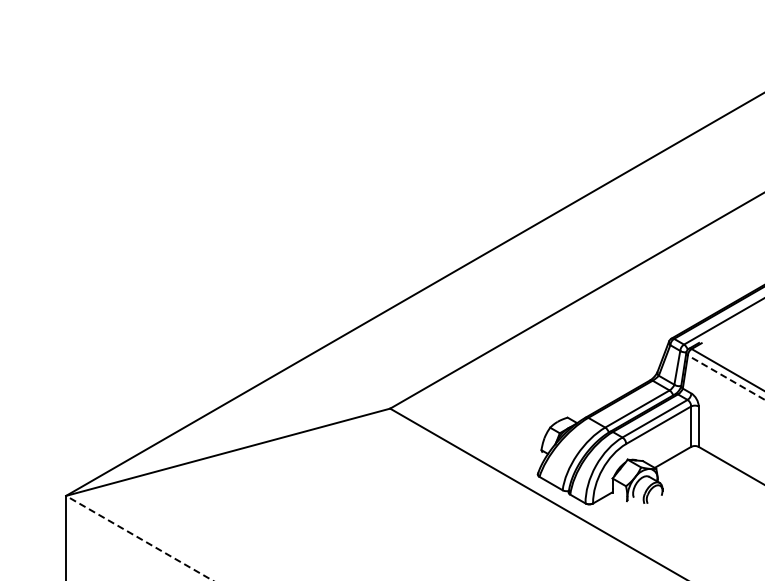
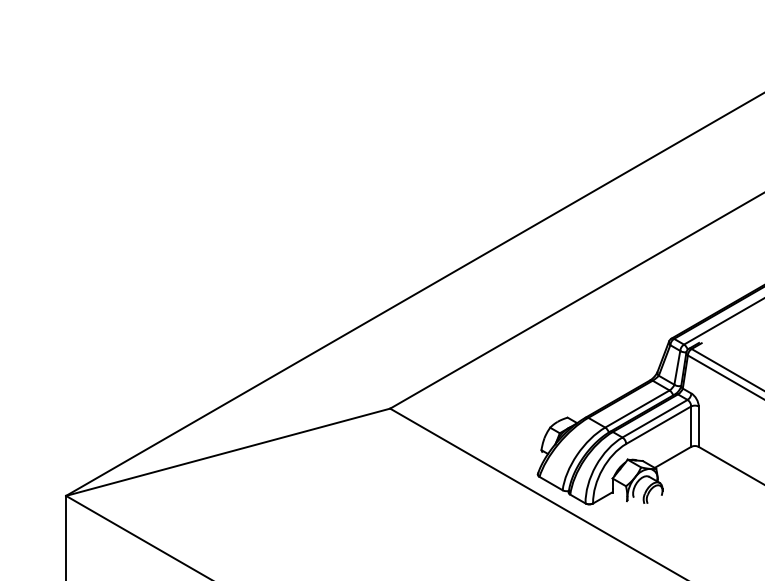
line at (726, 377): dashed -> solid
line at (139, 538): dashed -> solid
